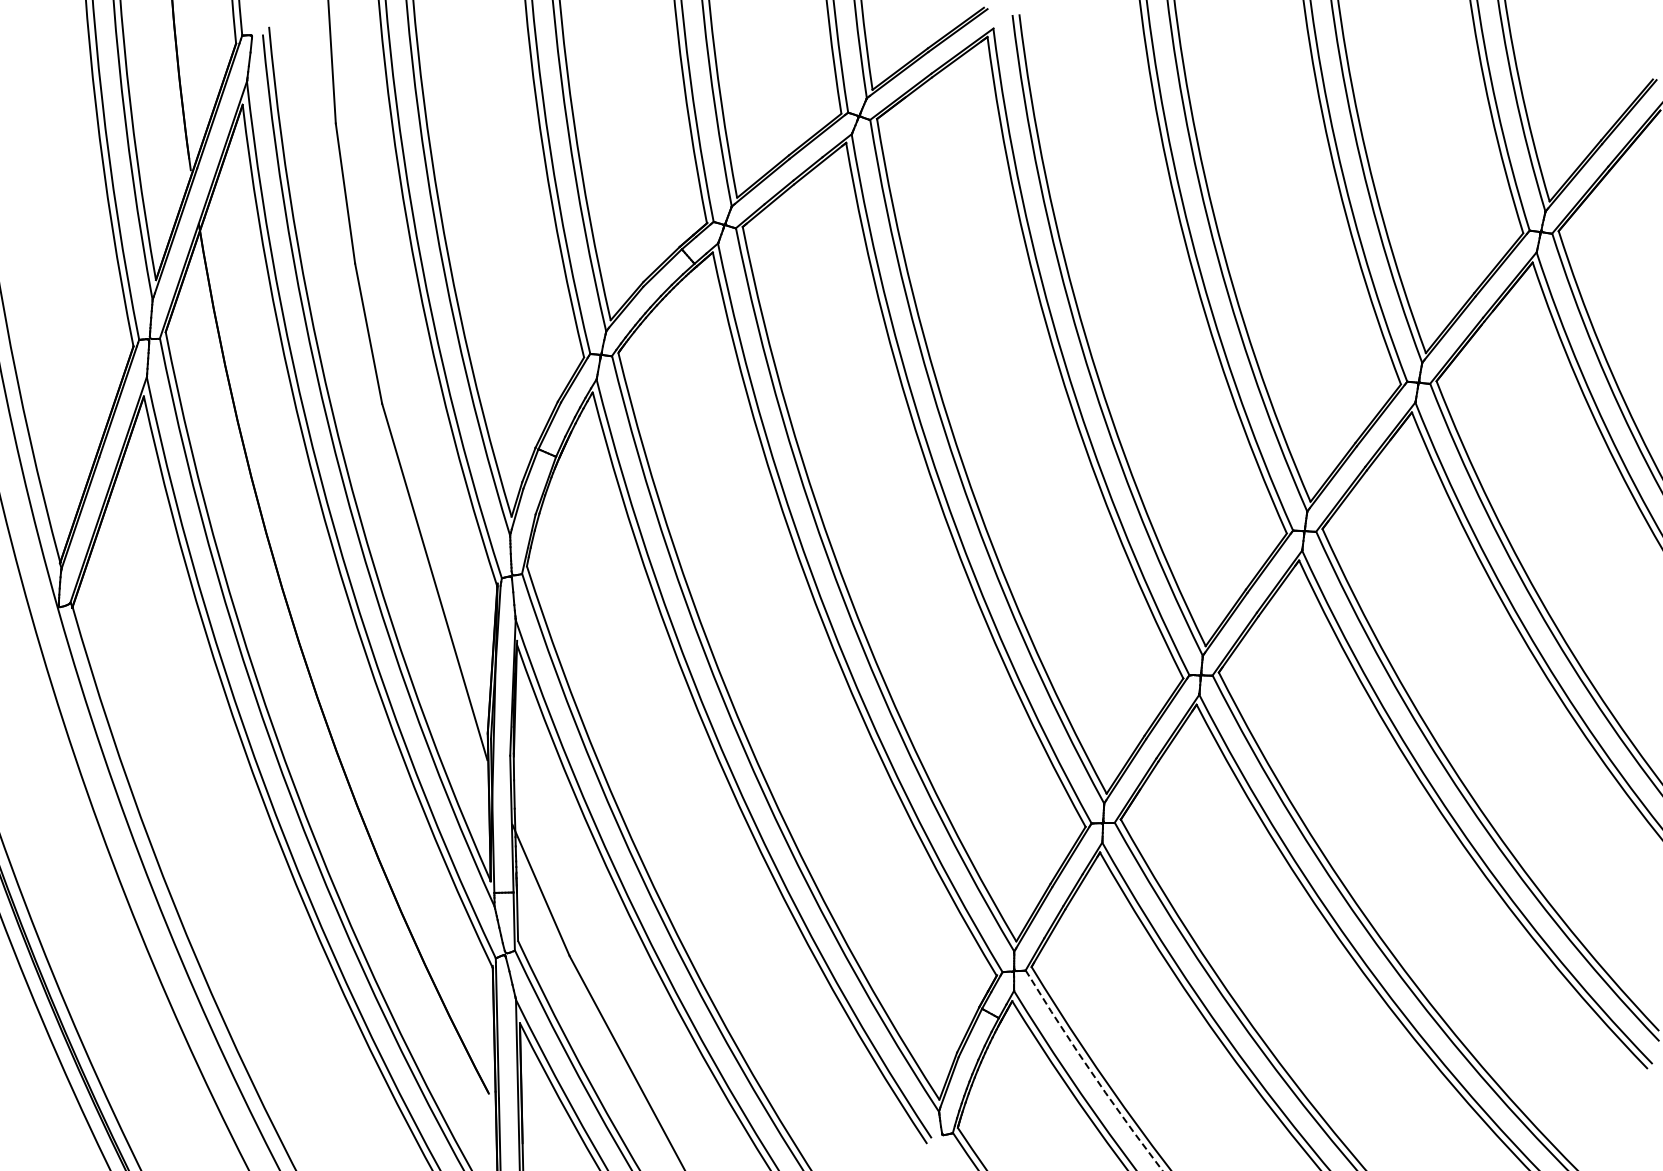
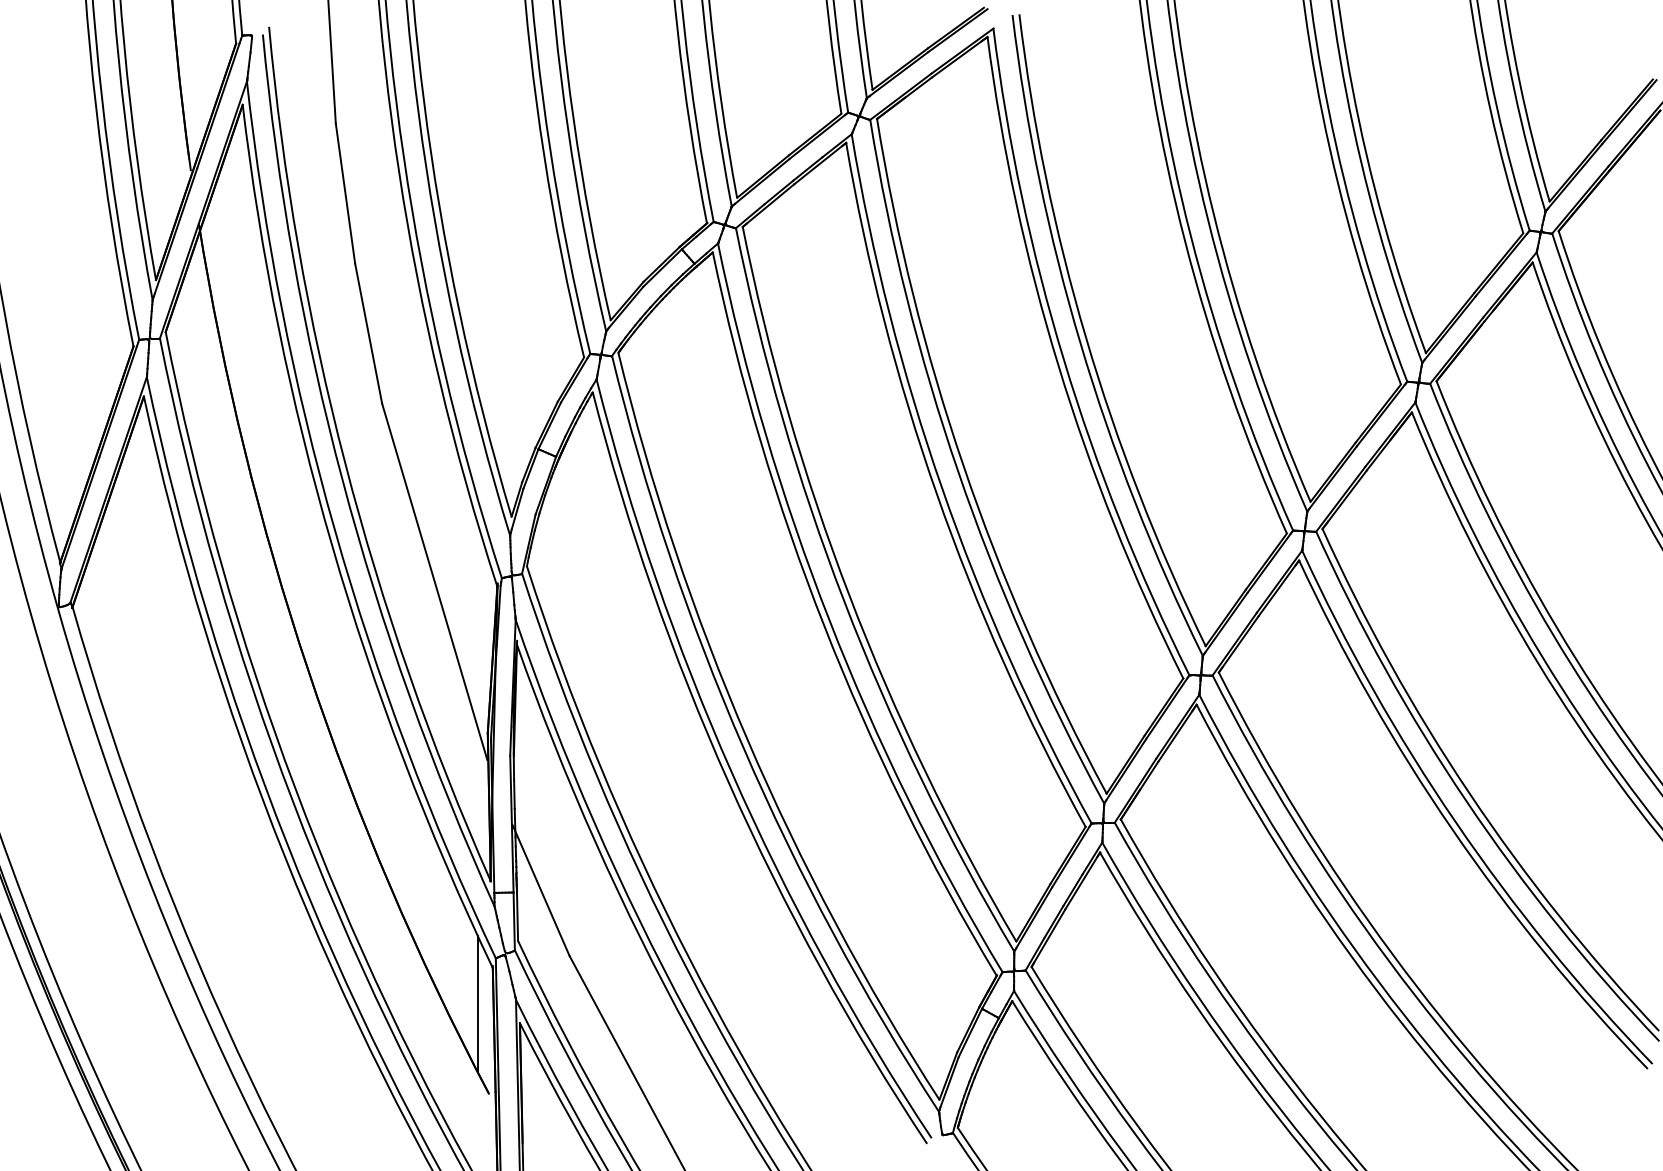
line at (477, 1003): none -> present
arc at (1091, 1072): dashed -> solid
